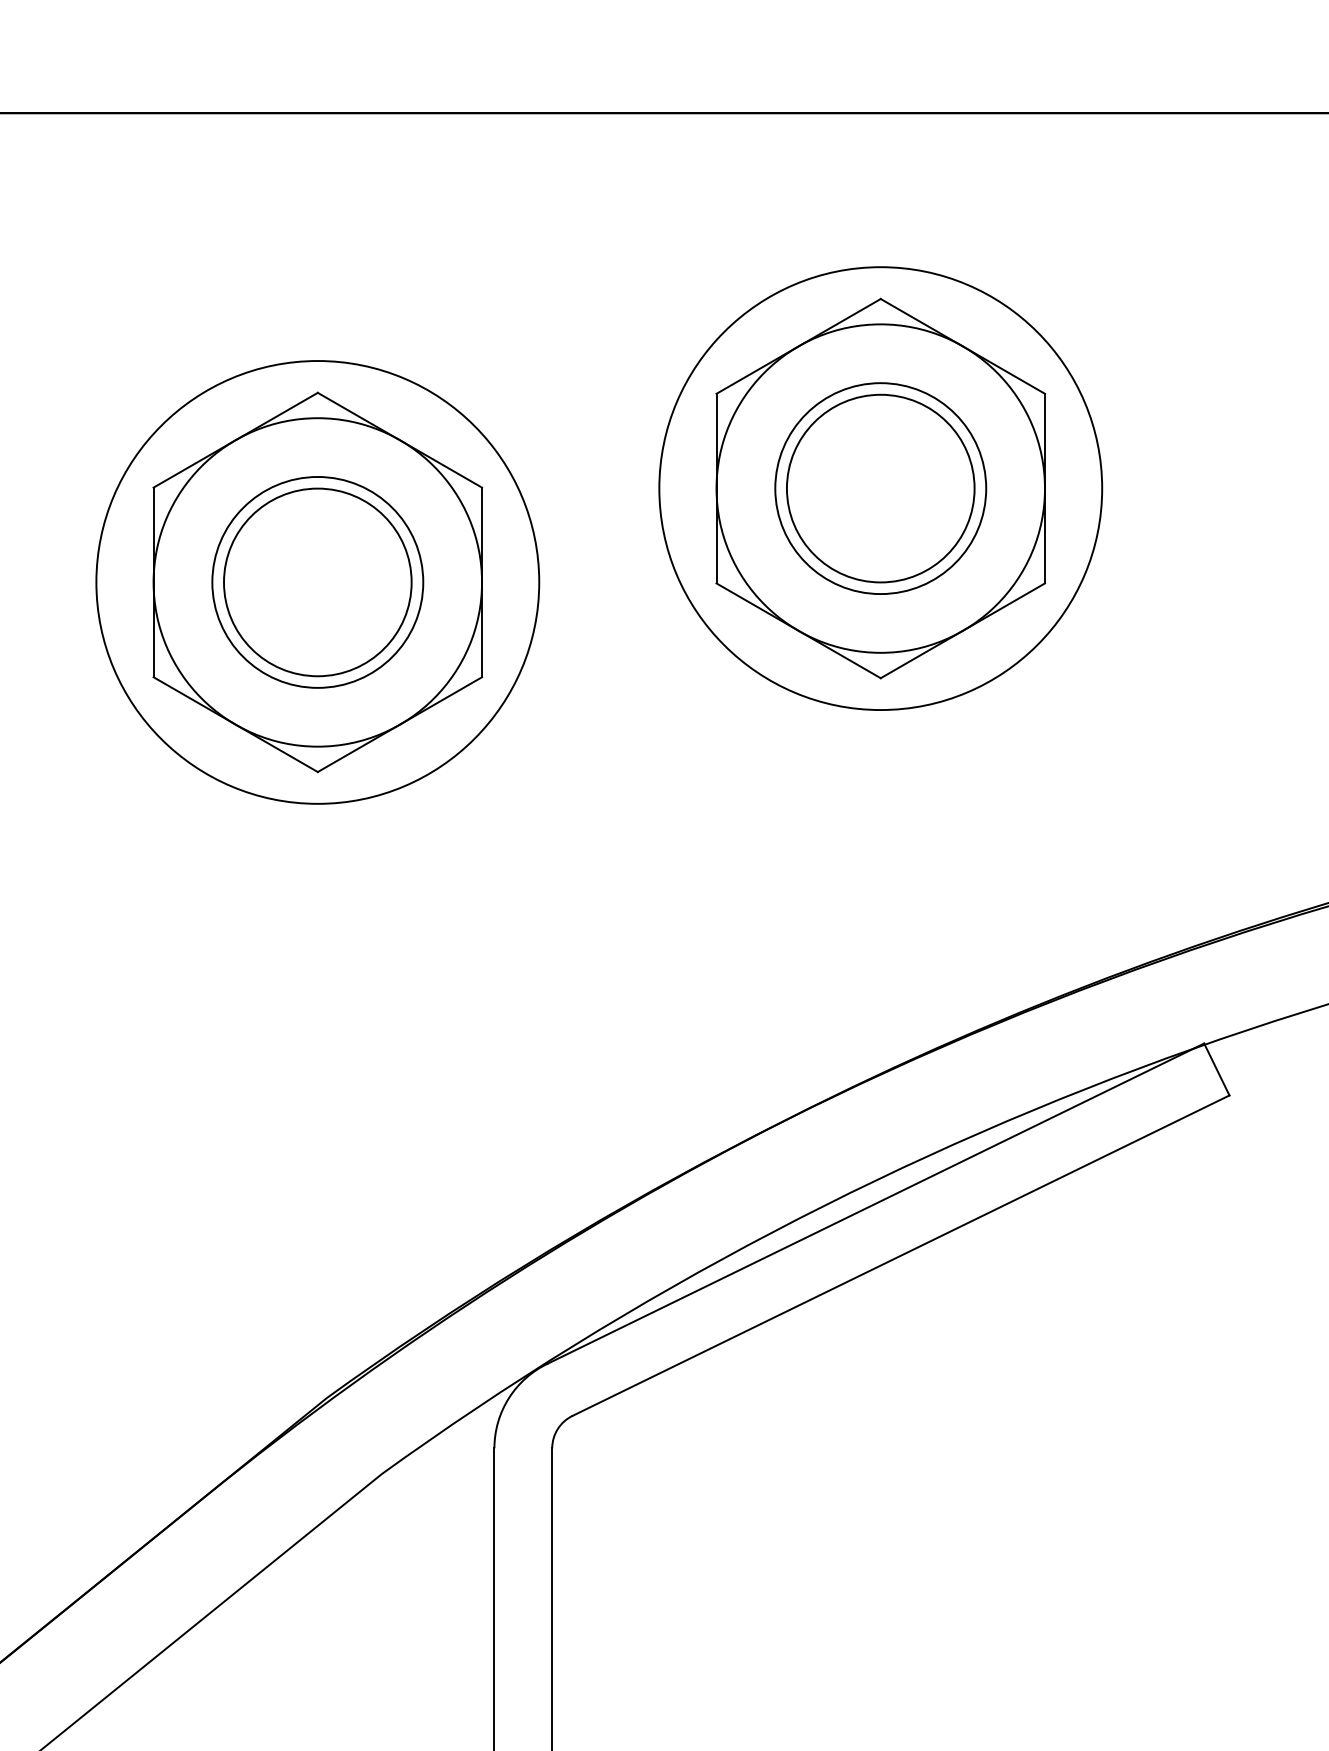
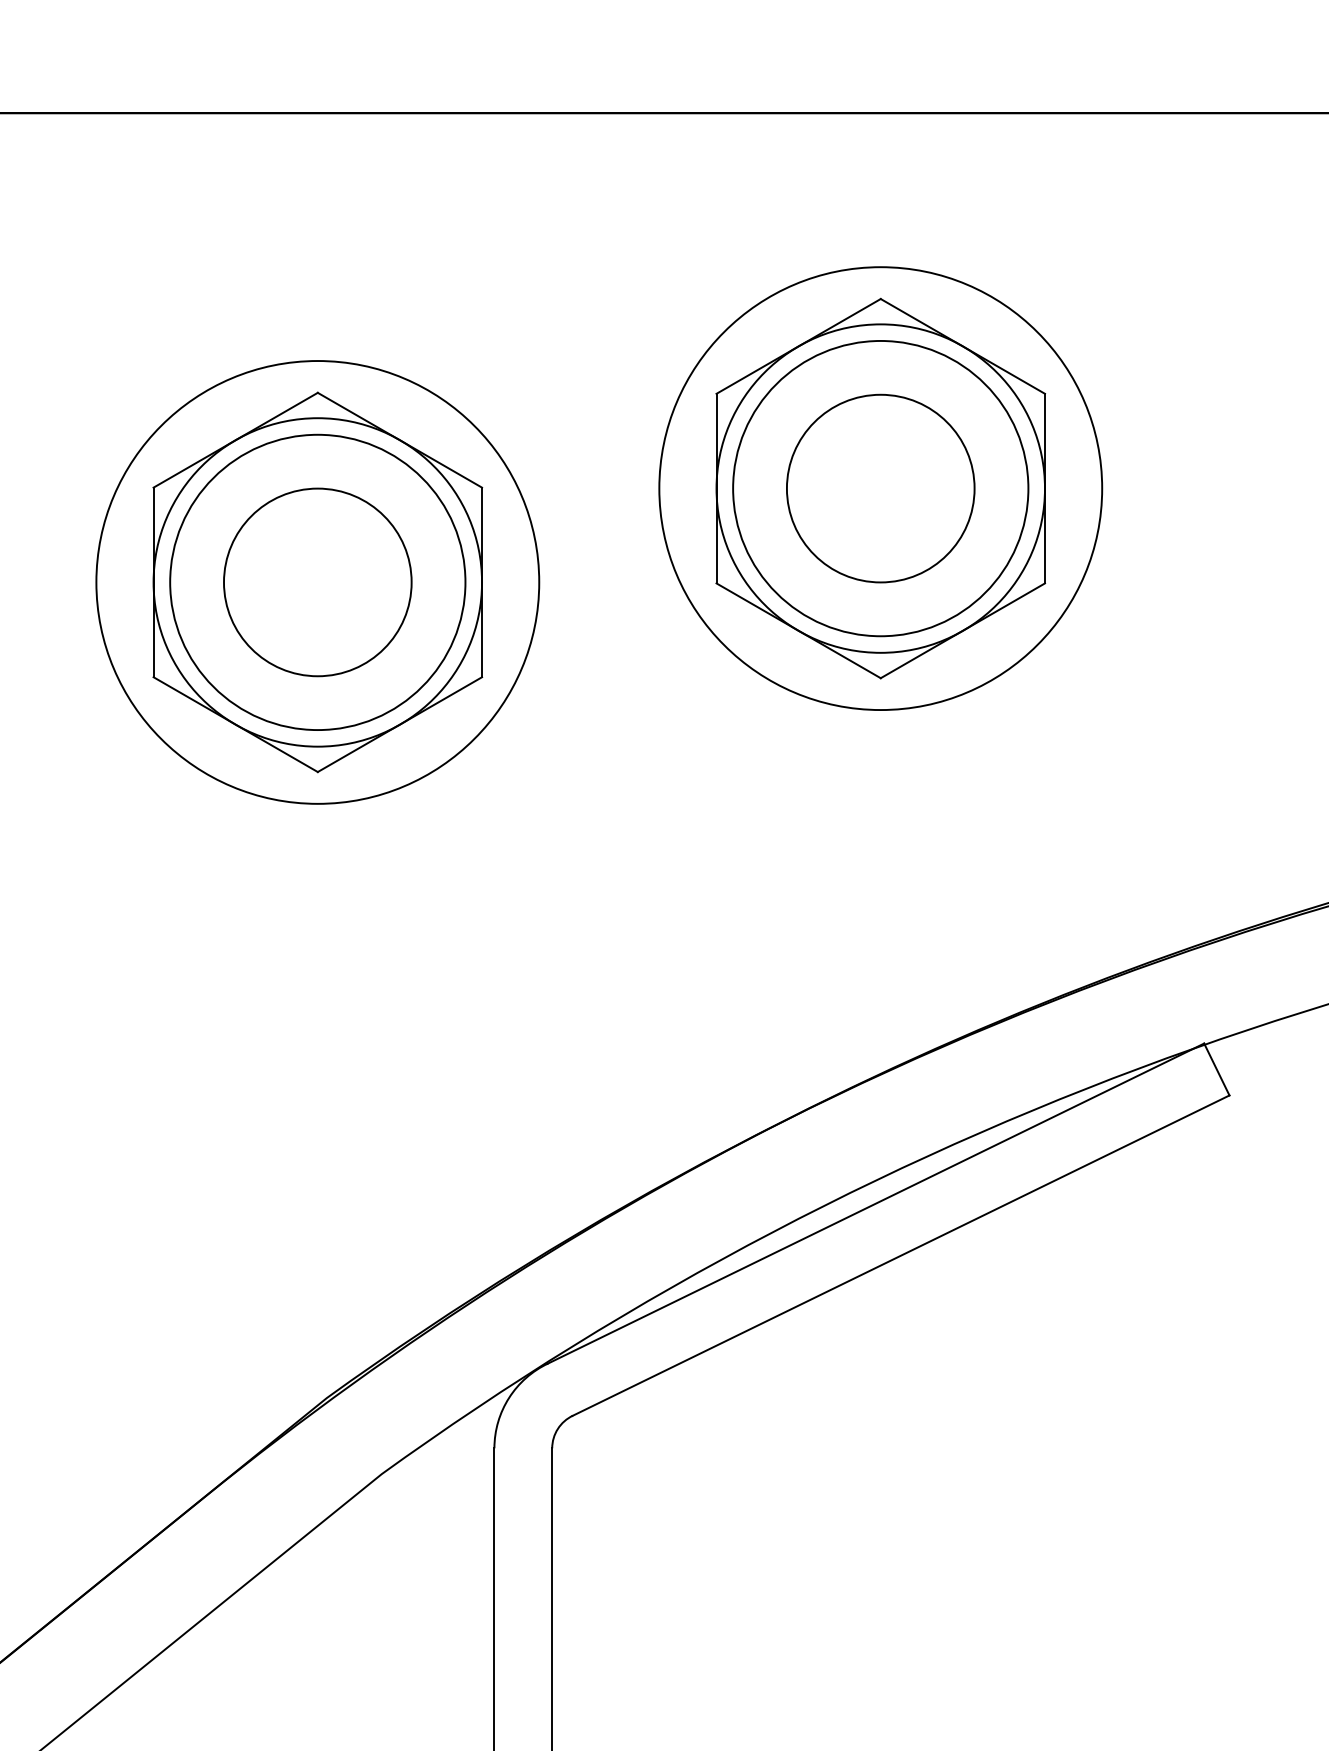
circle at (880, 488) diameter: 211 px -> 295 px
circle at (317, 581) diameter: 211 px -> 295 px
